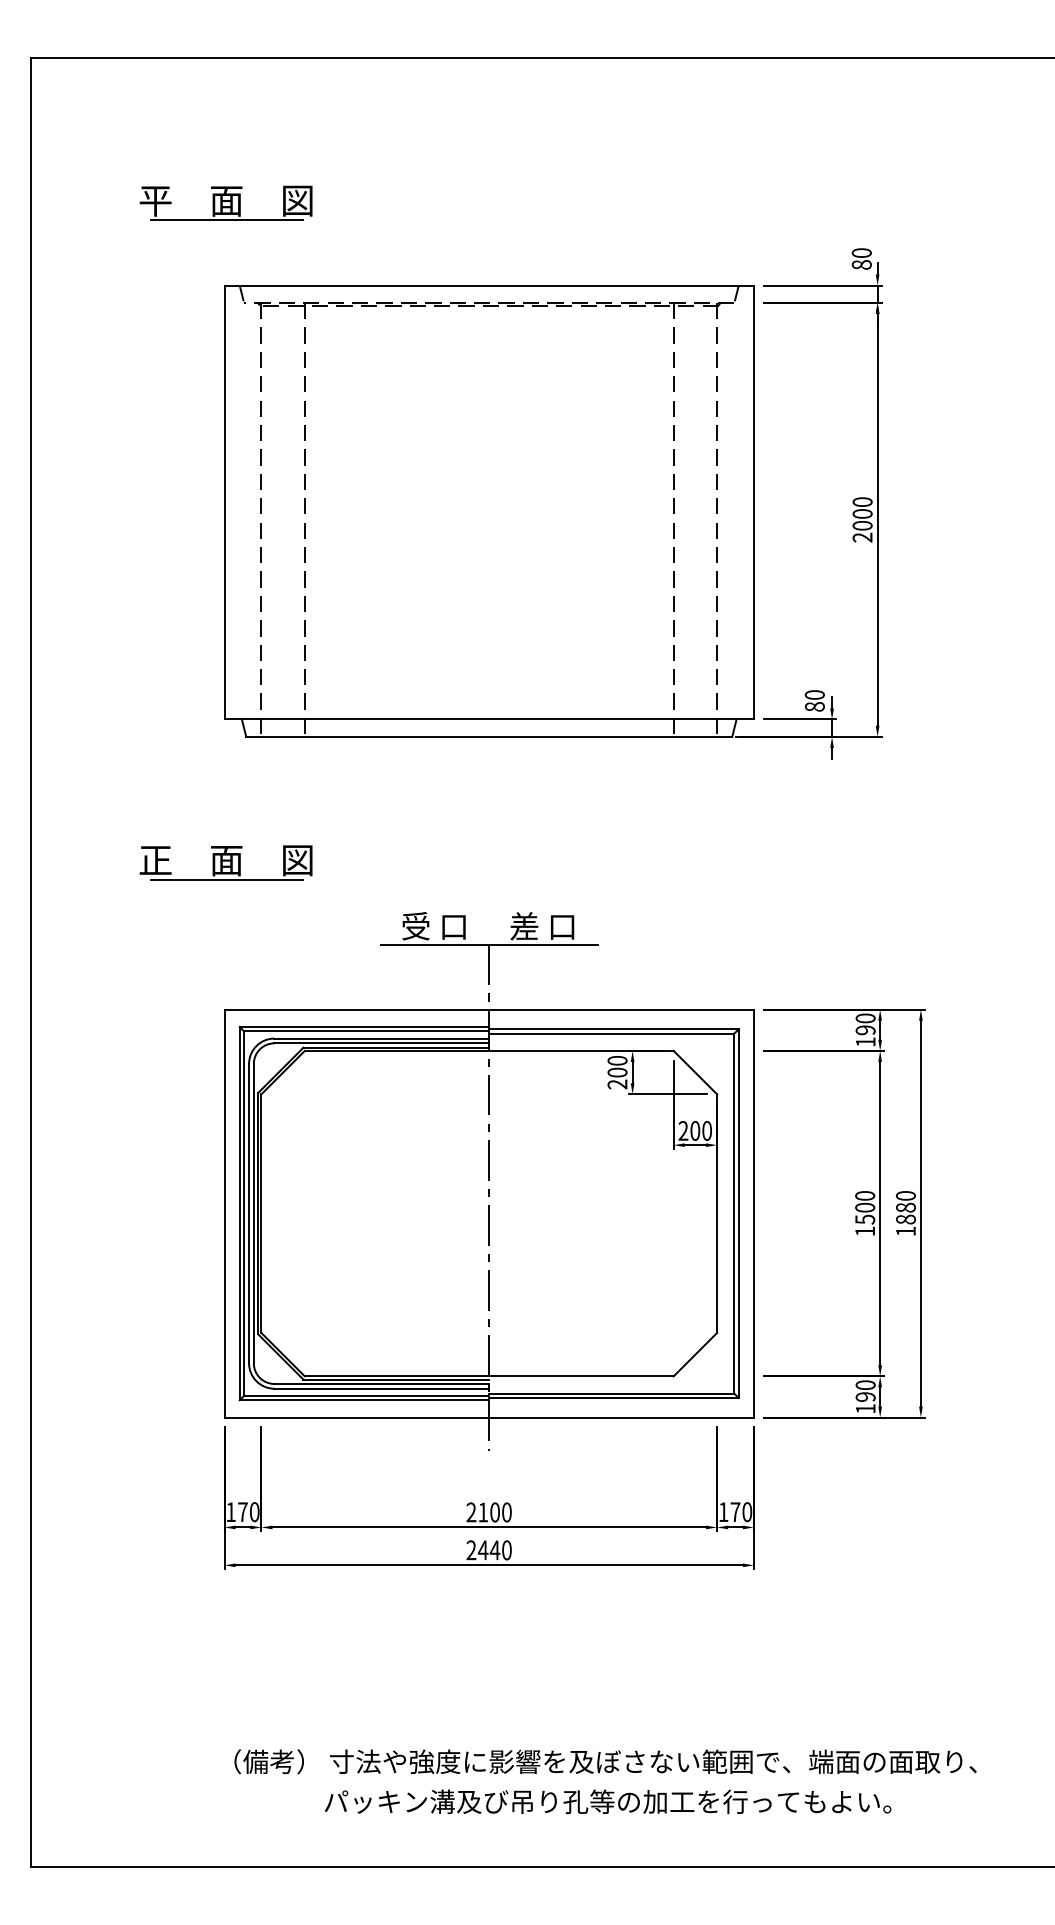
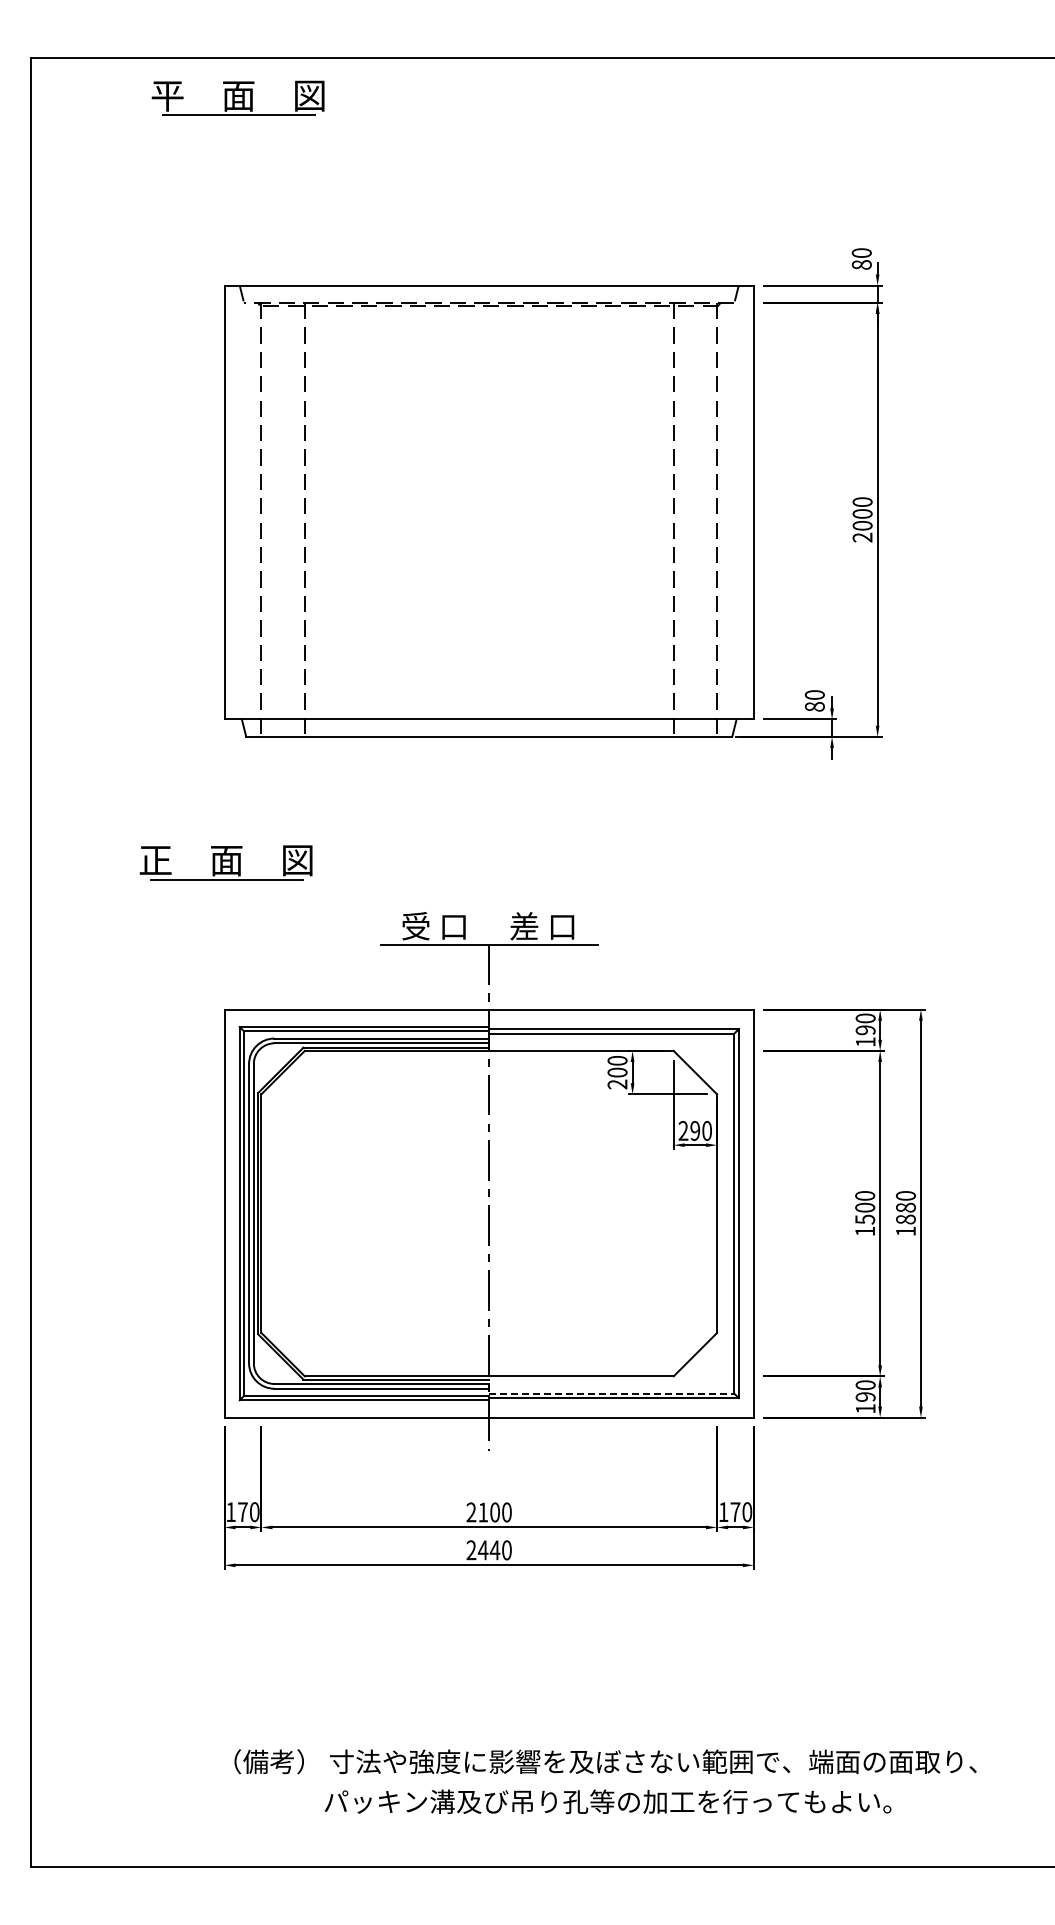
part at (225, 202) position: (225, 202) -> (237, 97)
text at (695, 1130): 200 -> 290
line at (611, 1393): solid -> dashed
